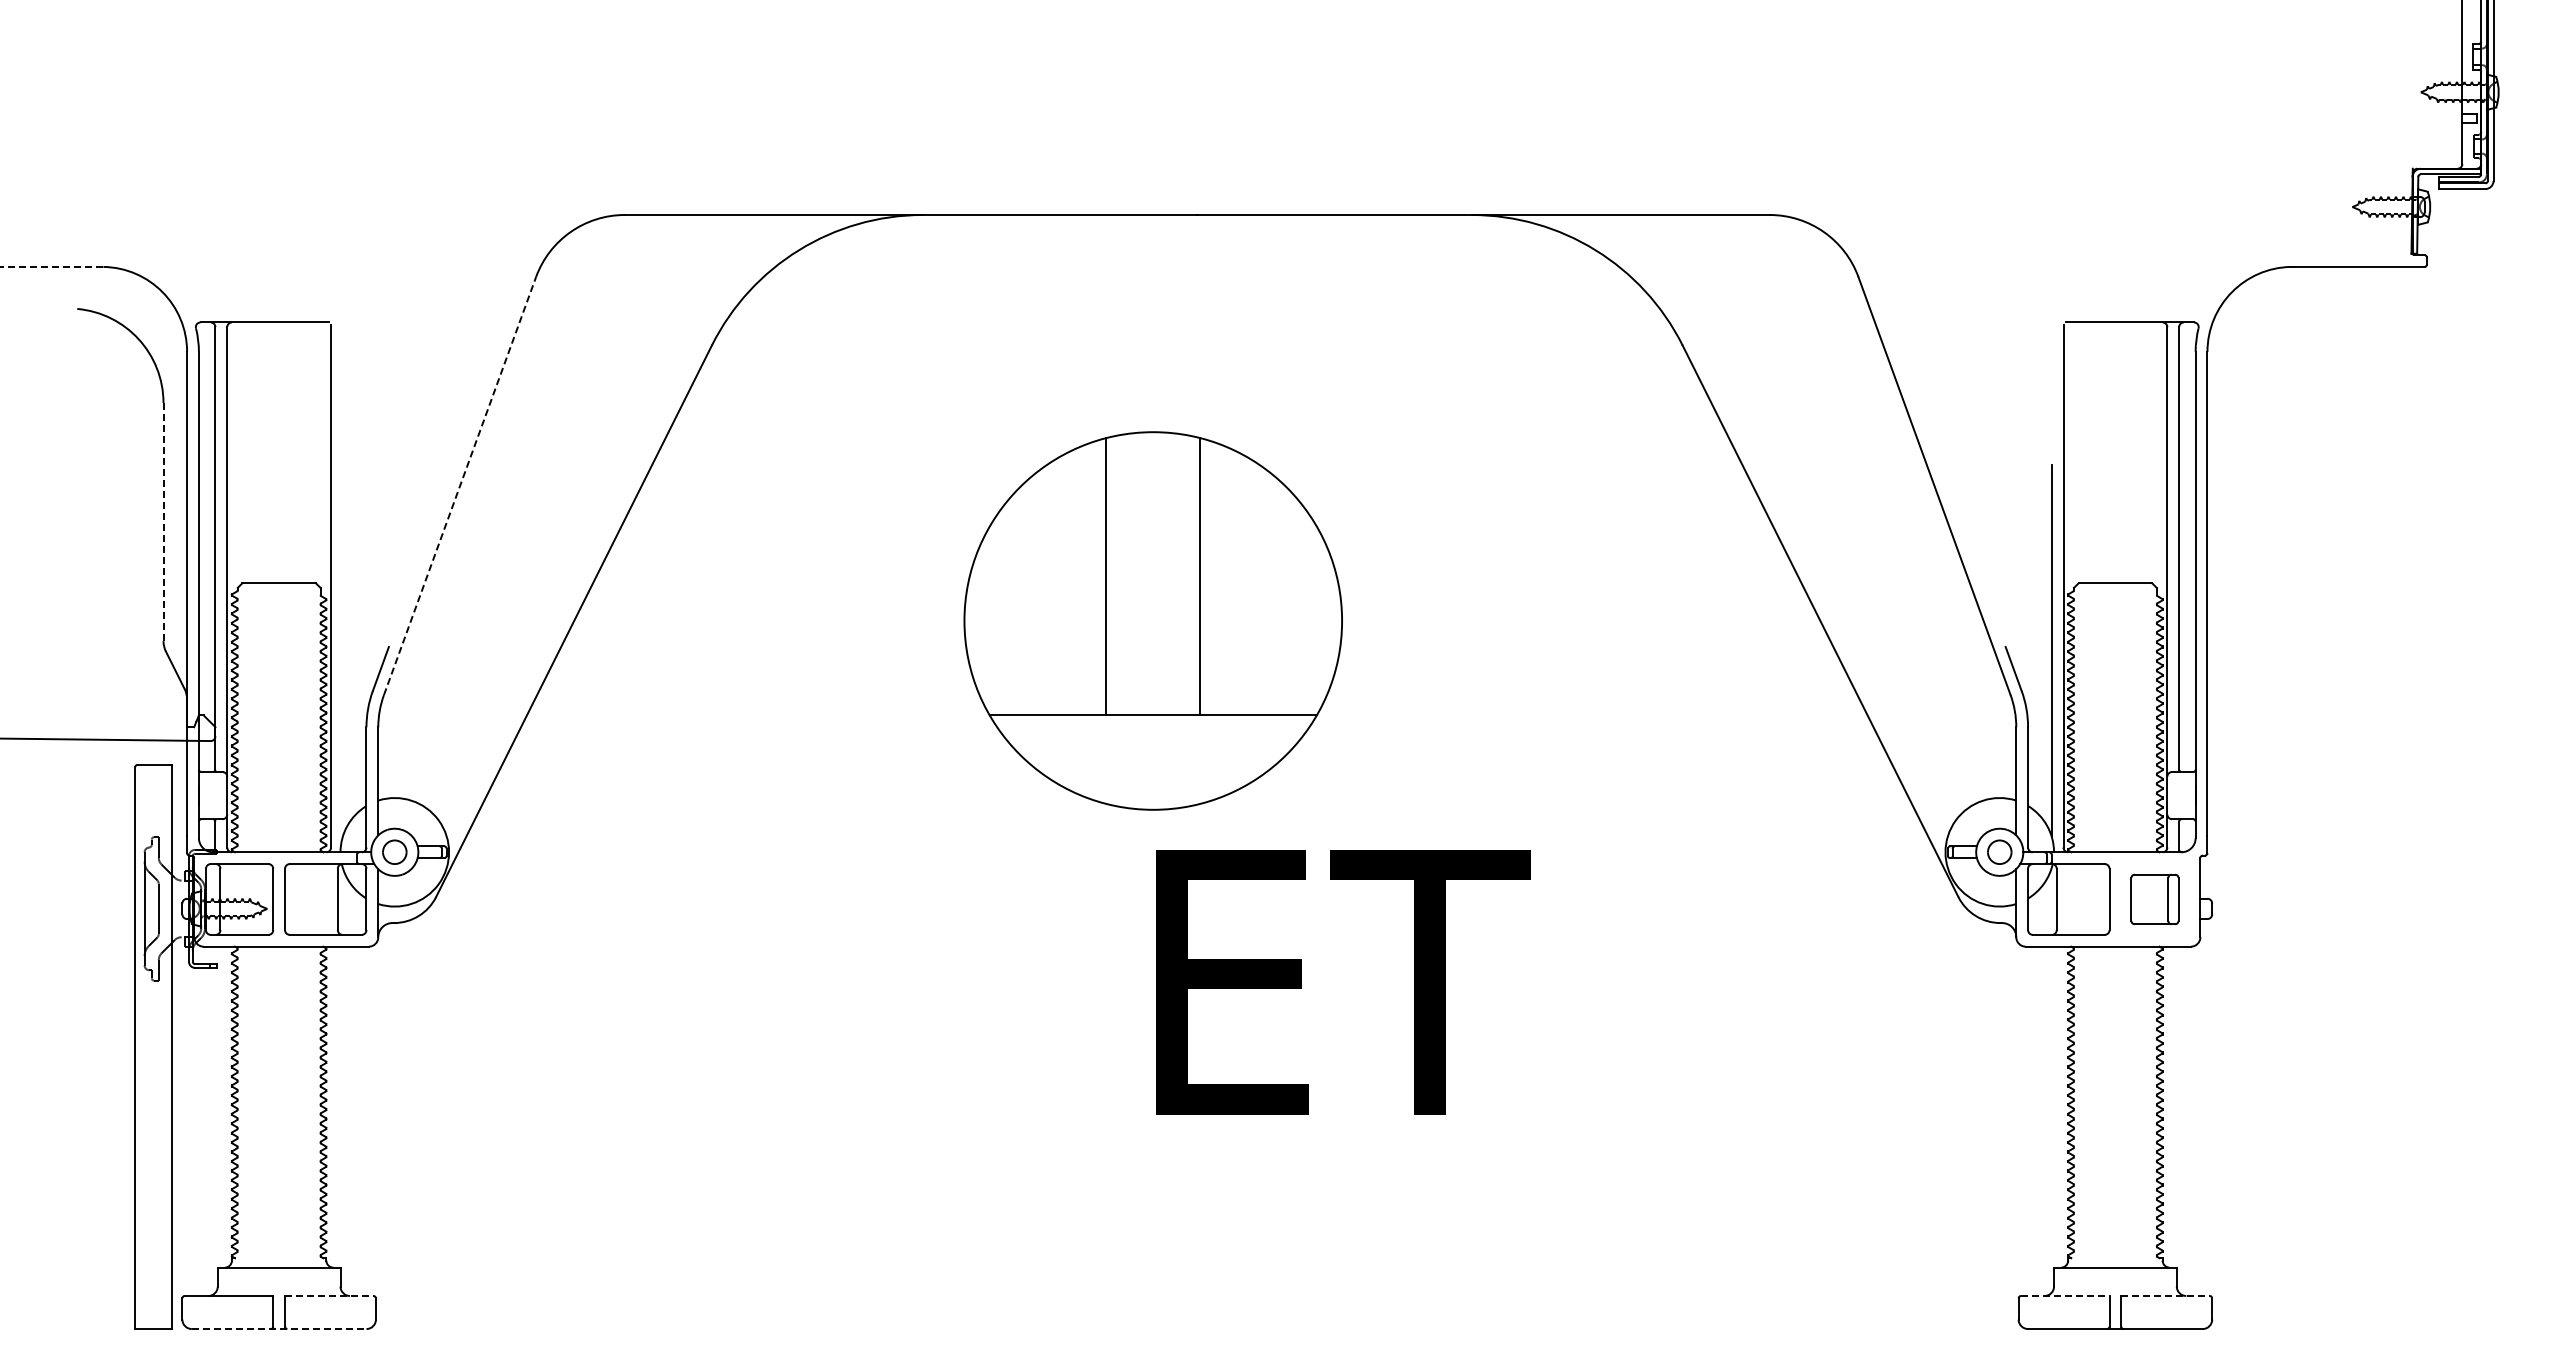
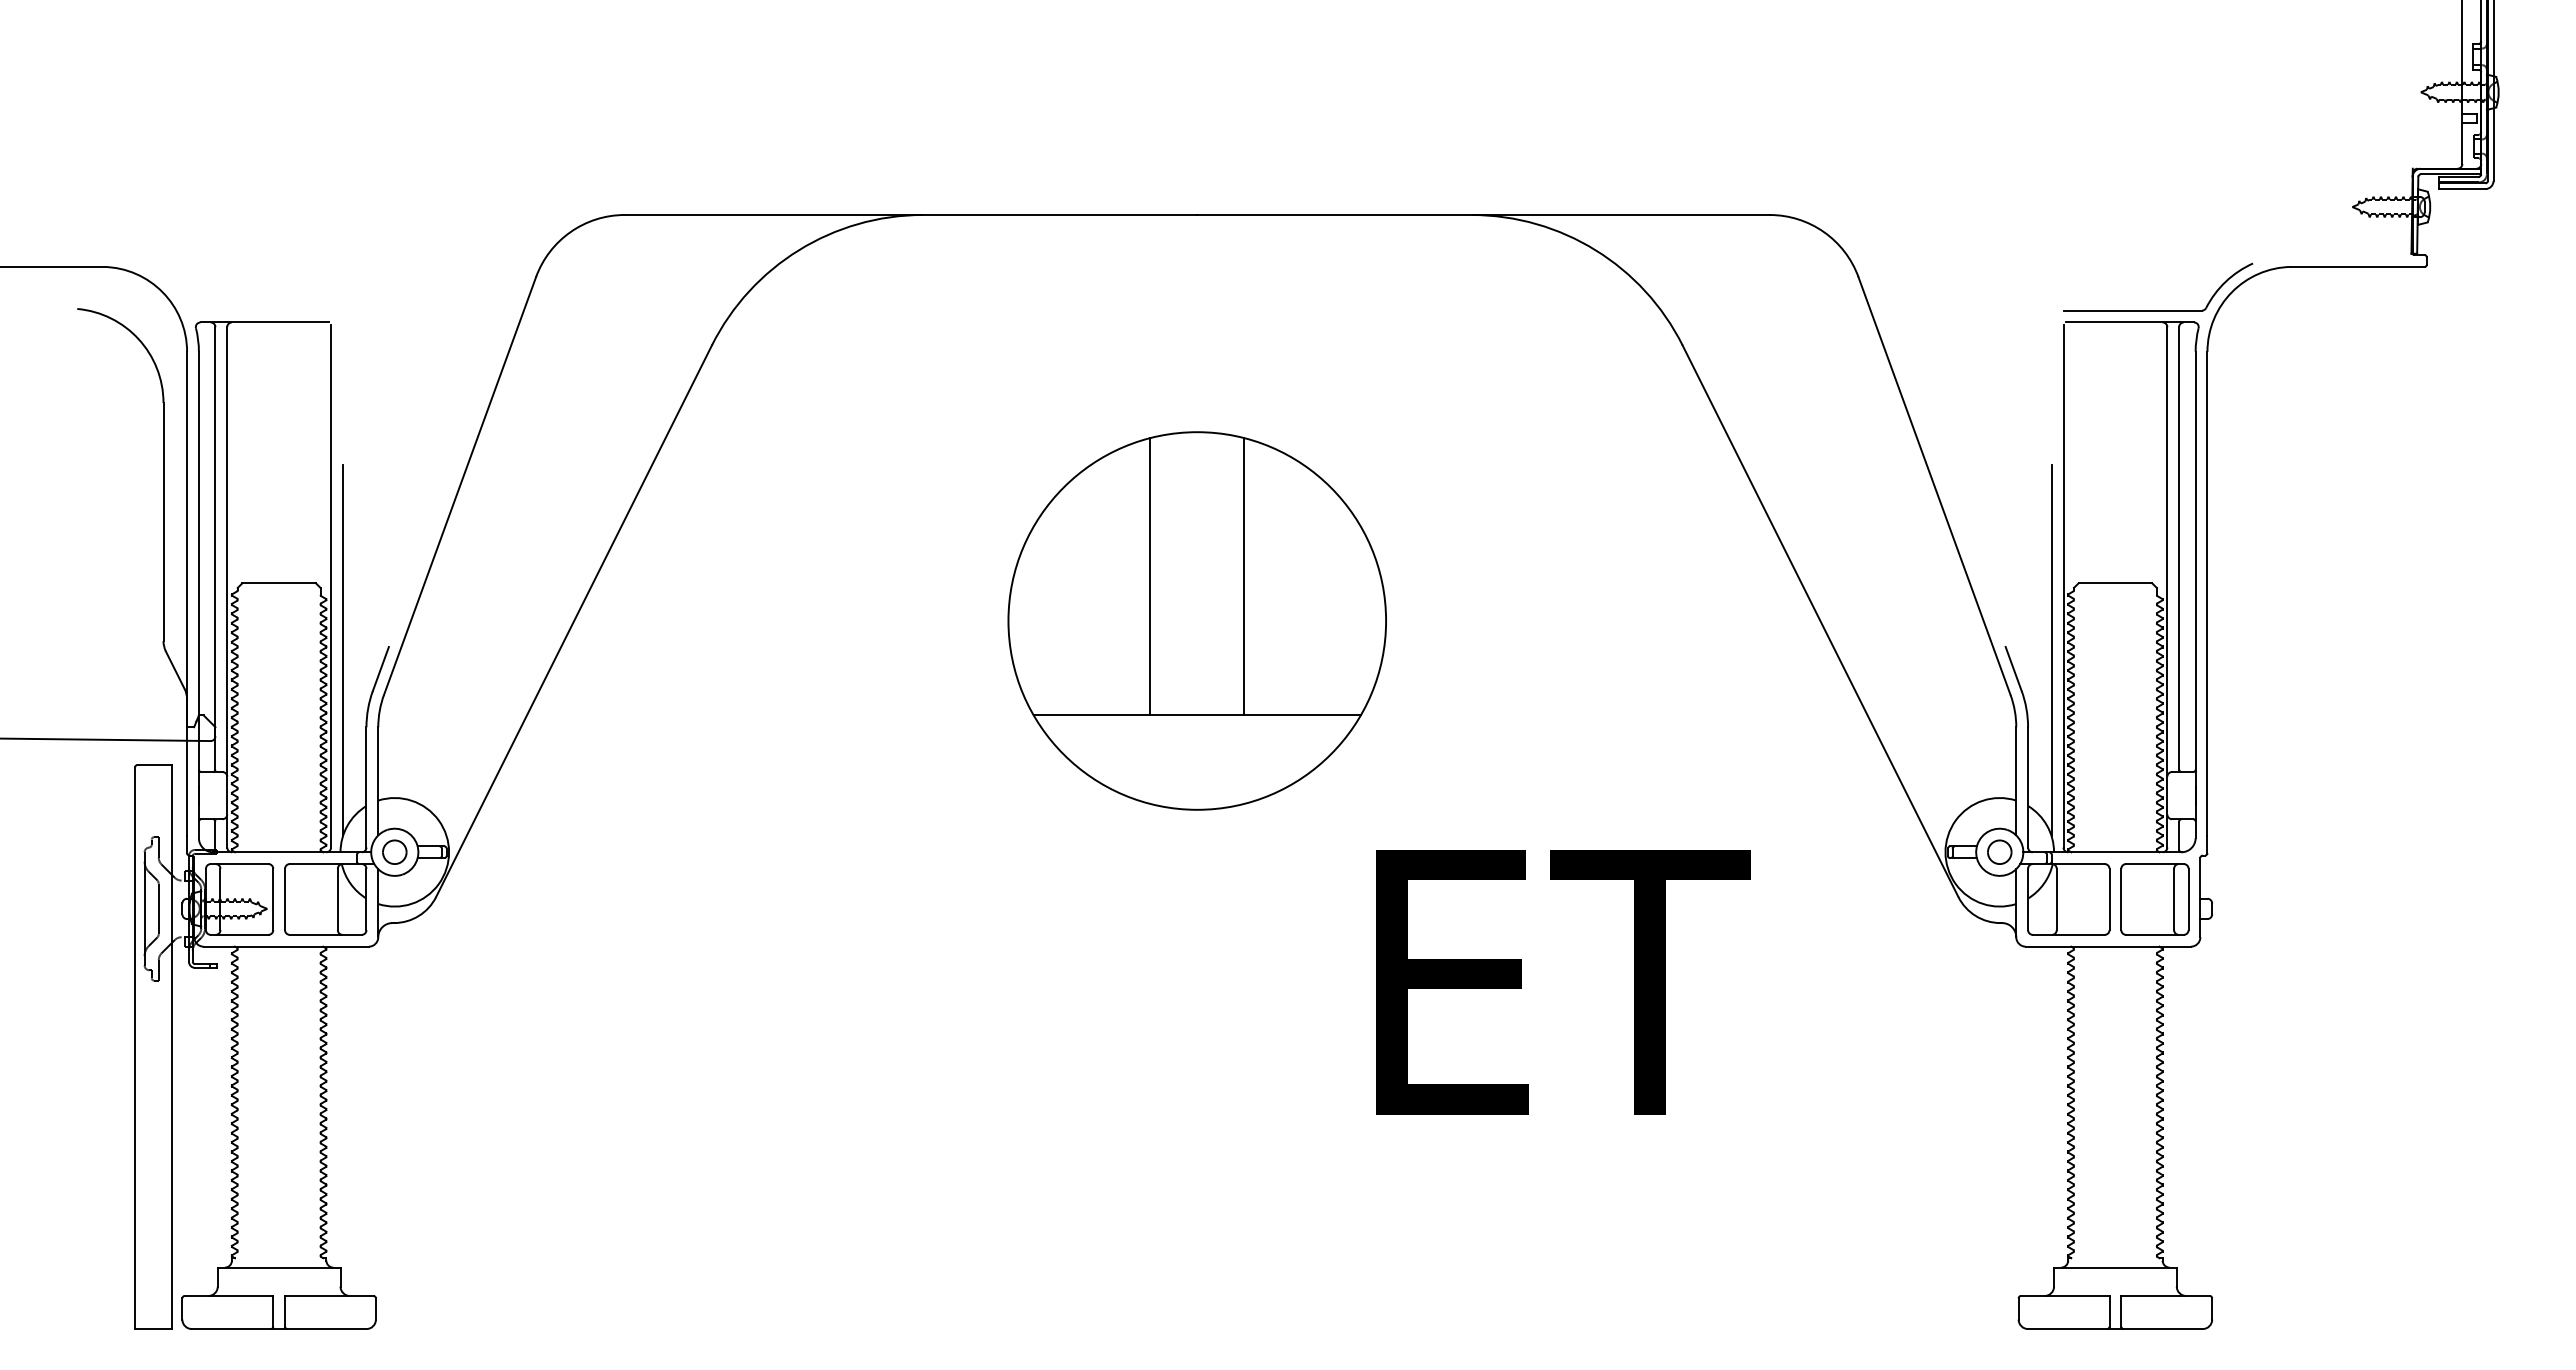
line at (51, 266): dashed -> solid
part at (2158, 310): none -> present
line at (460, 485): dashed -> solid
line at (163, 521): dashed -> solid
part at (1152, 620) position: (1152, 620) -> (1196, 620)
line at (342, 650): none -> present
part at (2154, 899) size: 50x53 px -> 70x73 px
text at (1343, 982) position: (1343, 982) -> (1563, 982)
line at (329, 1295): dashed -> solid
line at (2065, 1295): dashed -> solid
line at (2166, 1295): dashed -> solid
line at (279, 1329): dashed -> solid
